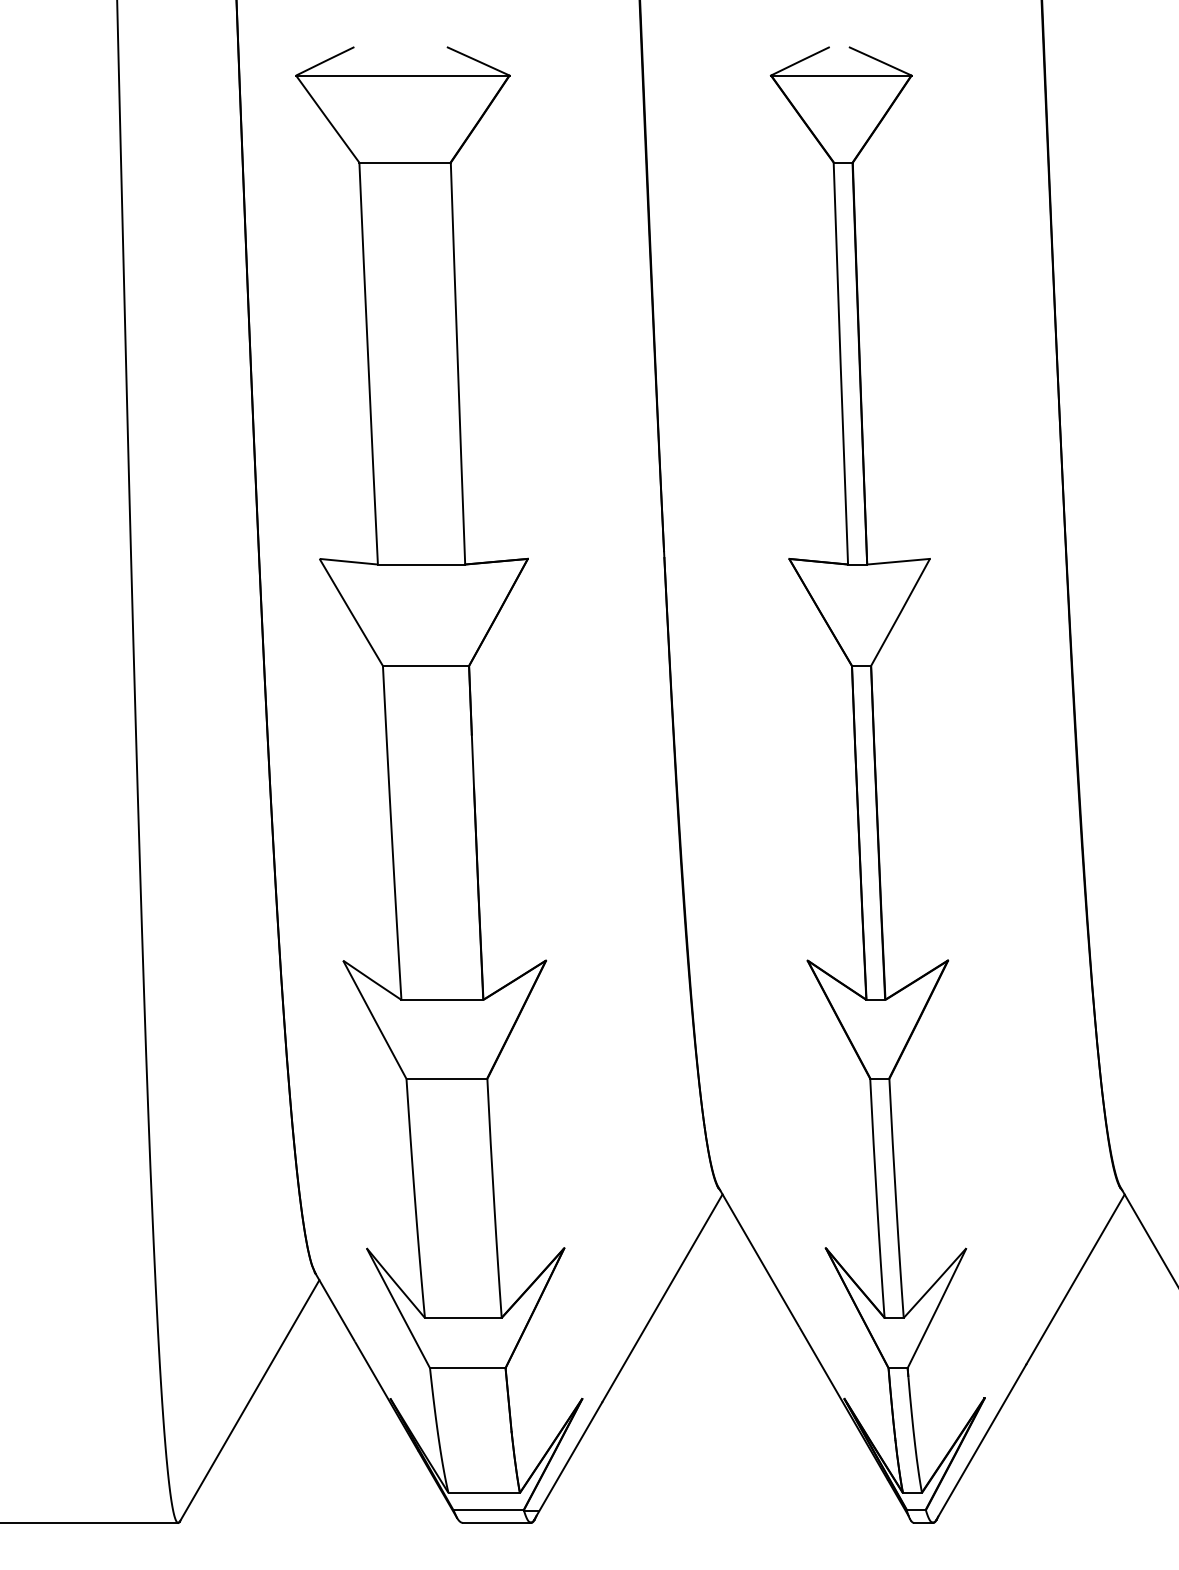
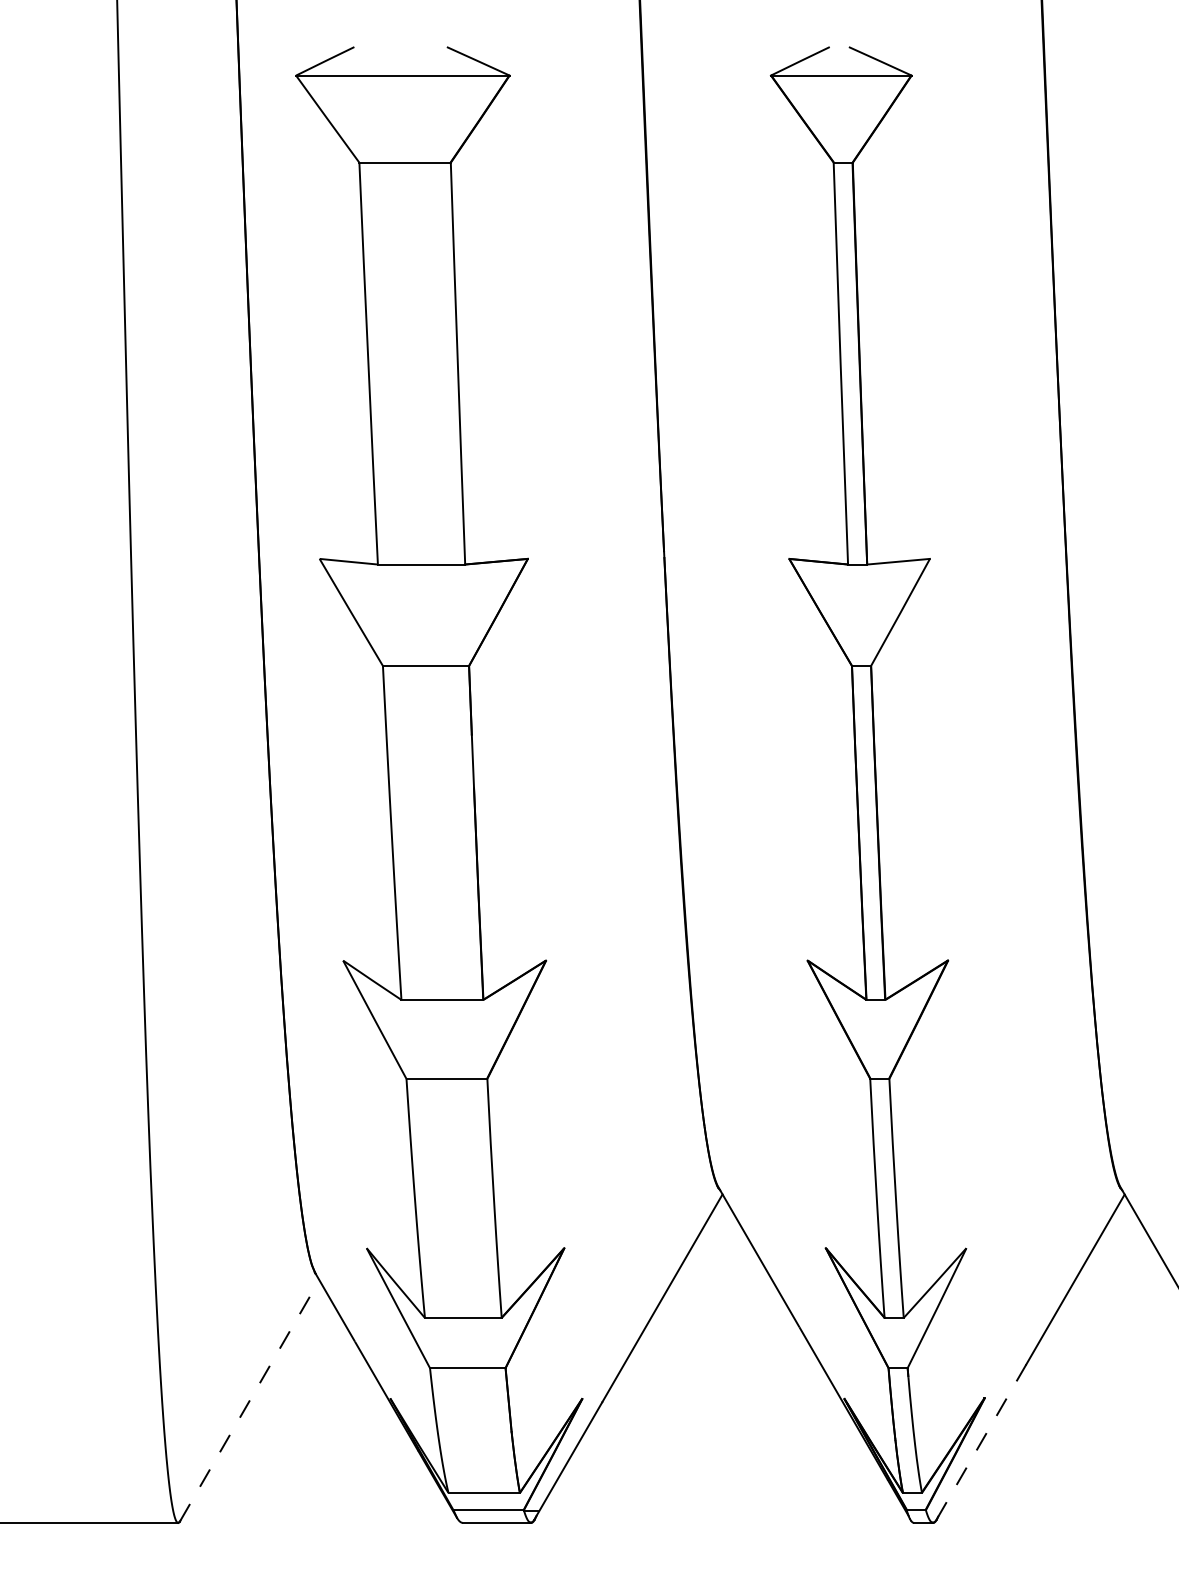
line at (249, 1400): solid -> dashed
line at (981, 1441): solid -> dashed
